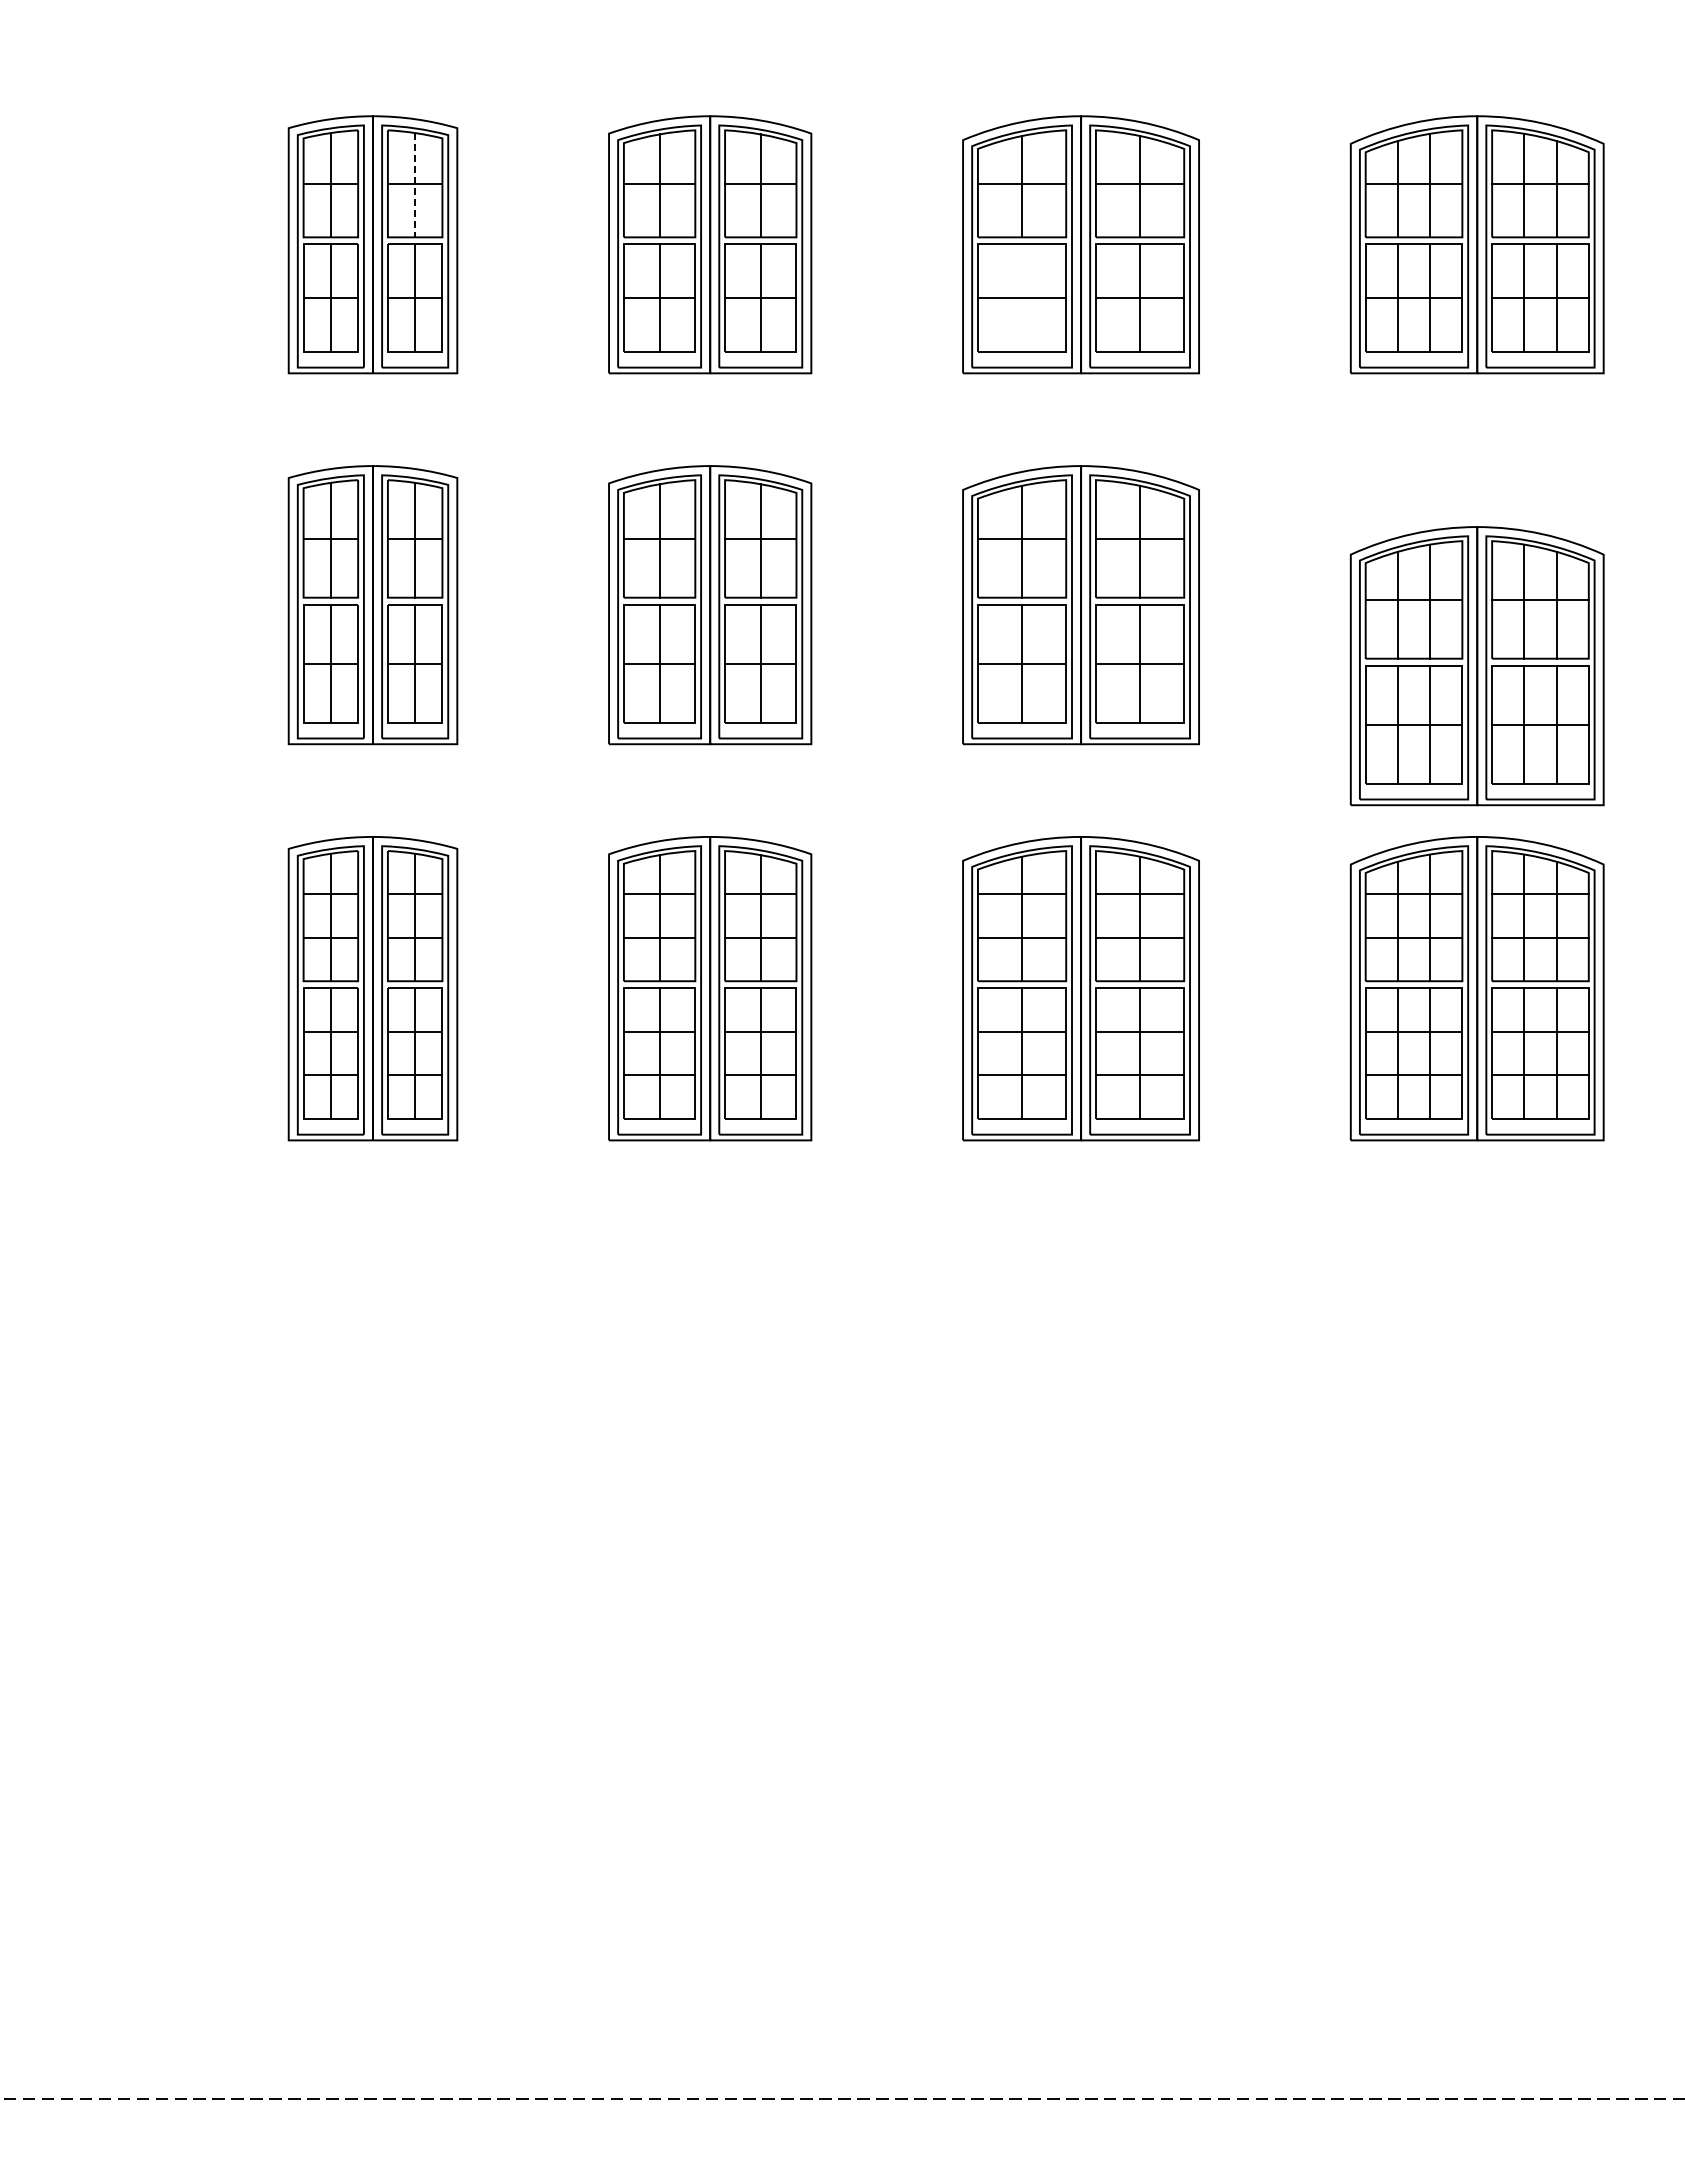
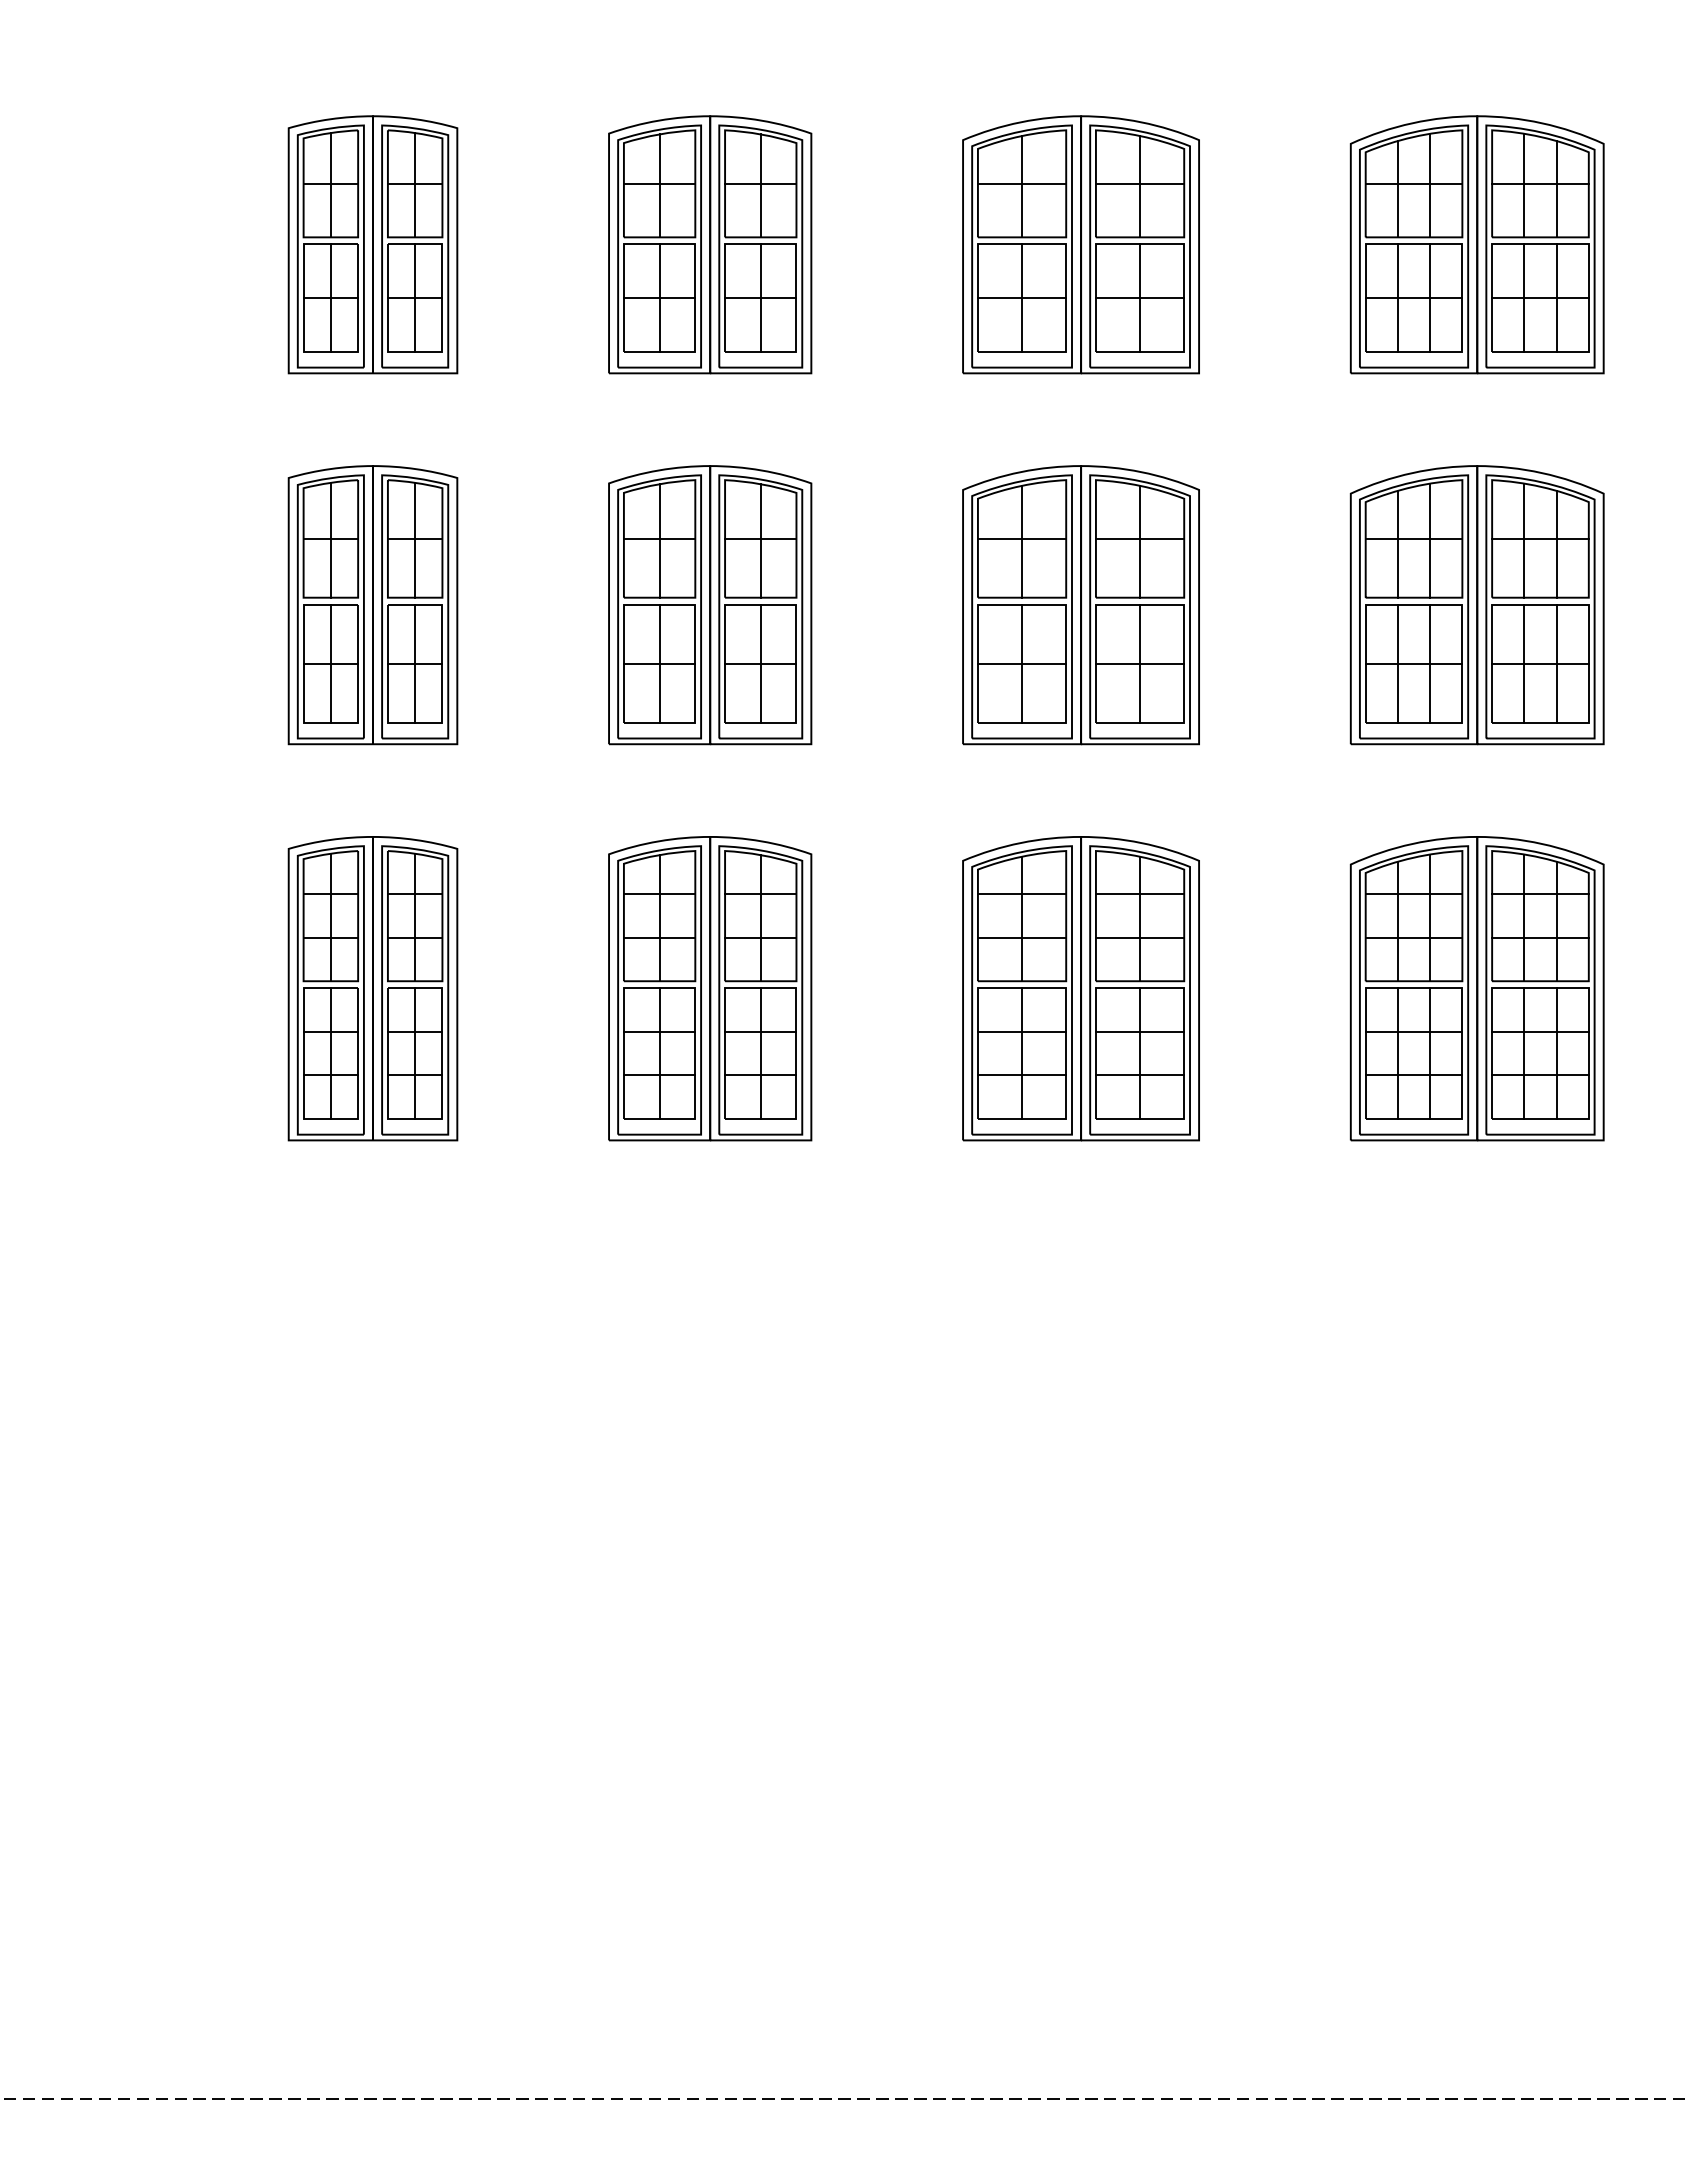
line at (415, 185): dashed -> solid
line at (1022, 297): none -> present
part at (1476, 666) position: (1476, 666) -> (1476, 605)
